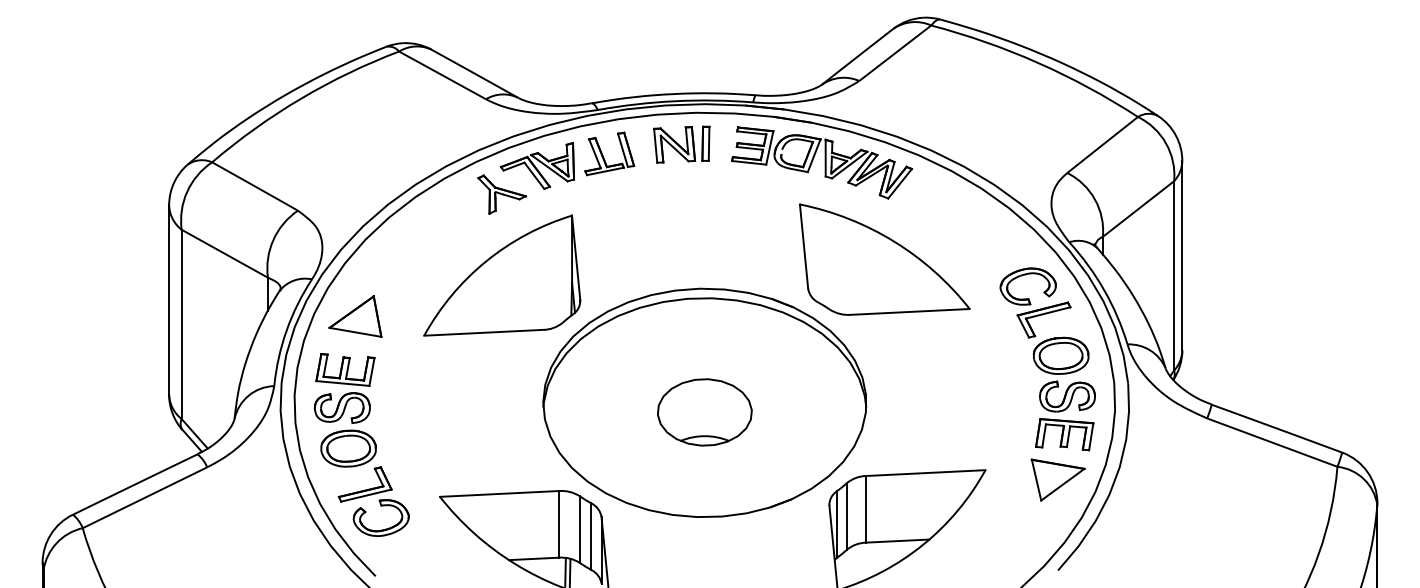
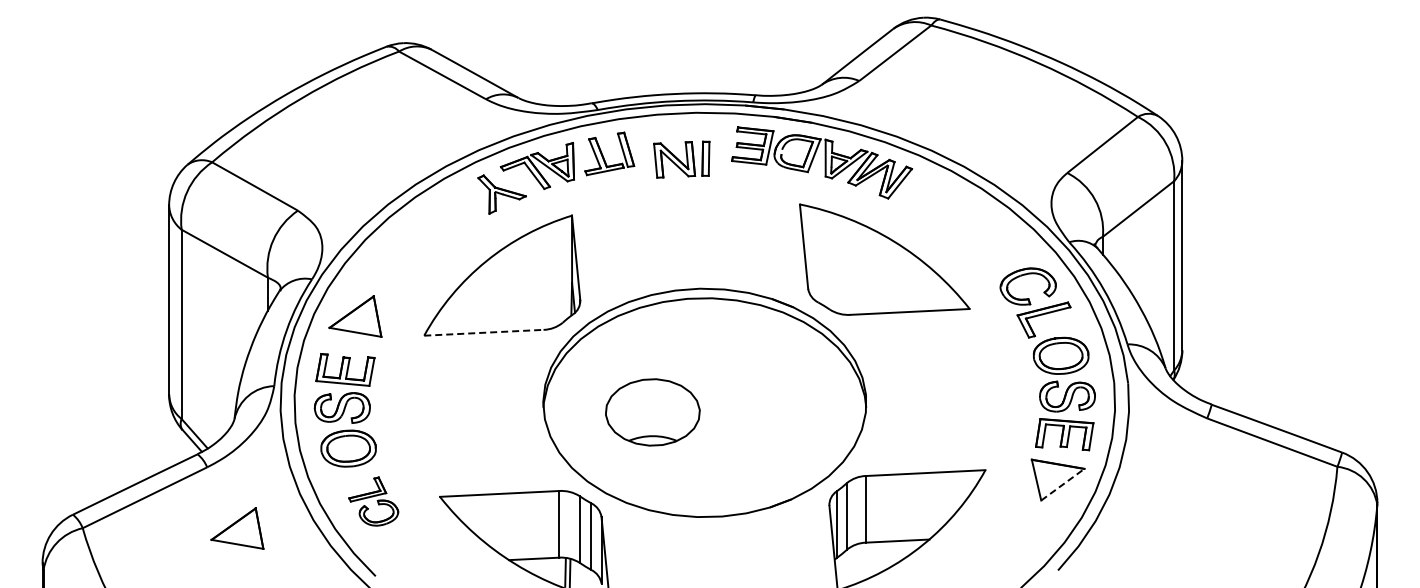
part at (681, 144) position: (681, 144) -> (681, 159)
line at (483, 332): solid -> dashed
part at (704, 412) position: (704, 412) -> (652, 412)
line at (1062, 484): solid -> dashed
part at (373, 501) size: 73x71 px -> 52x51 px
part at (237, 528): none -> present
